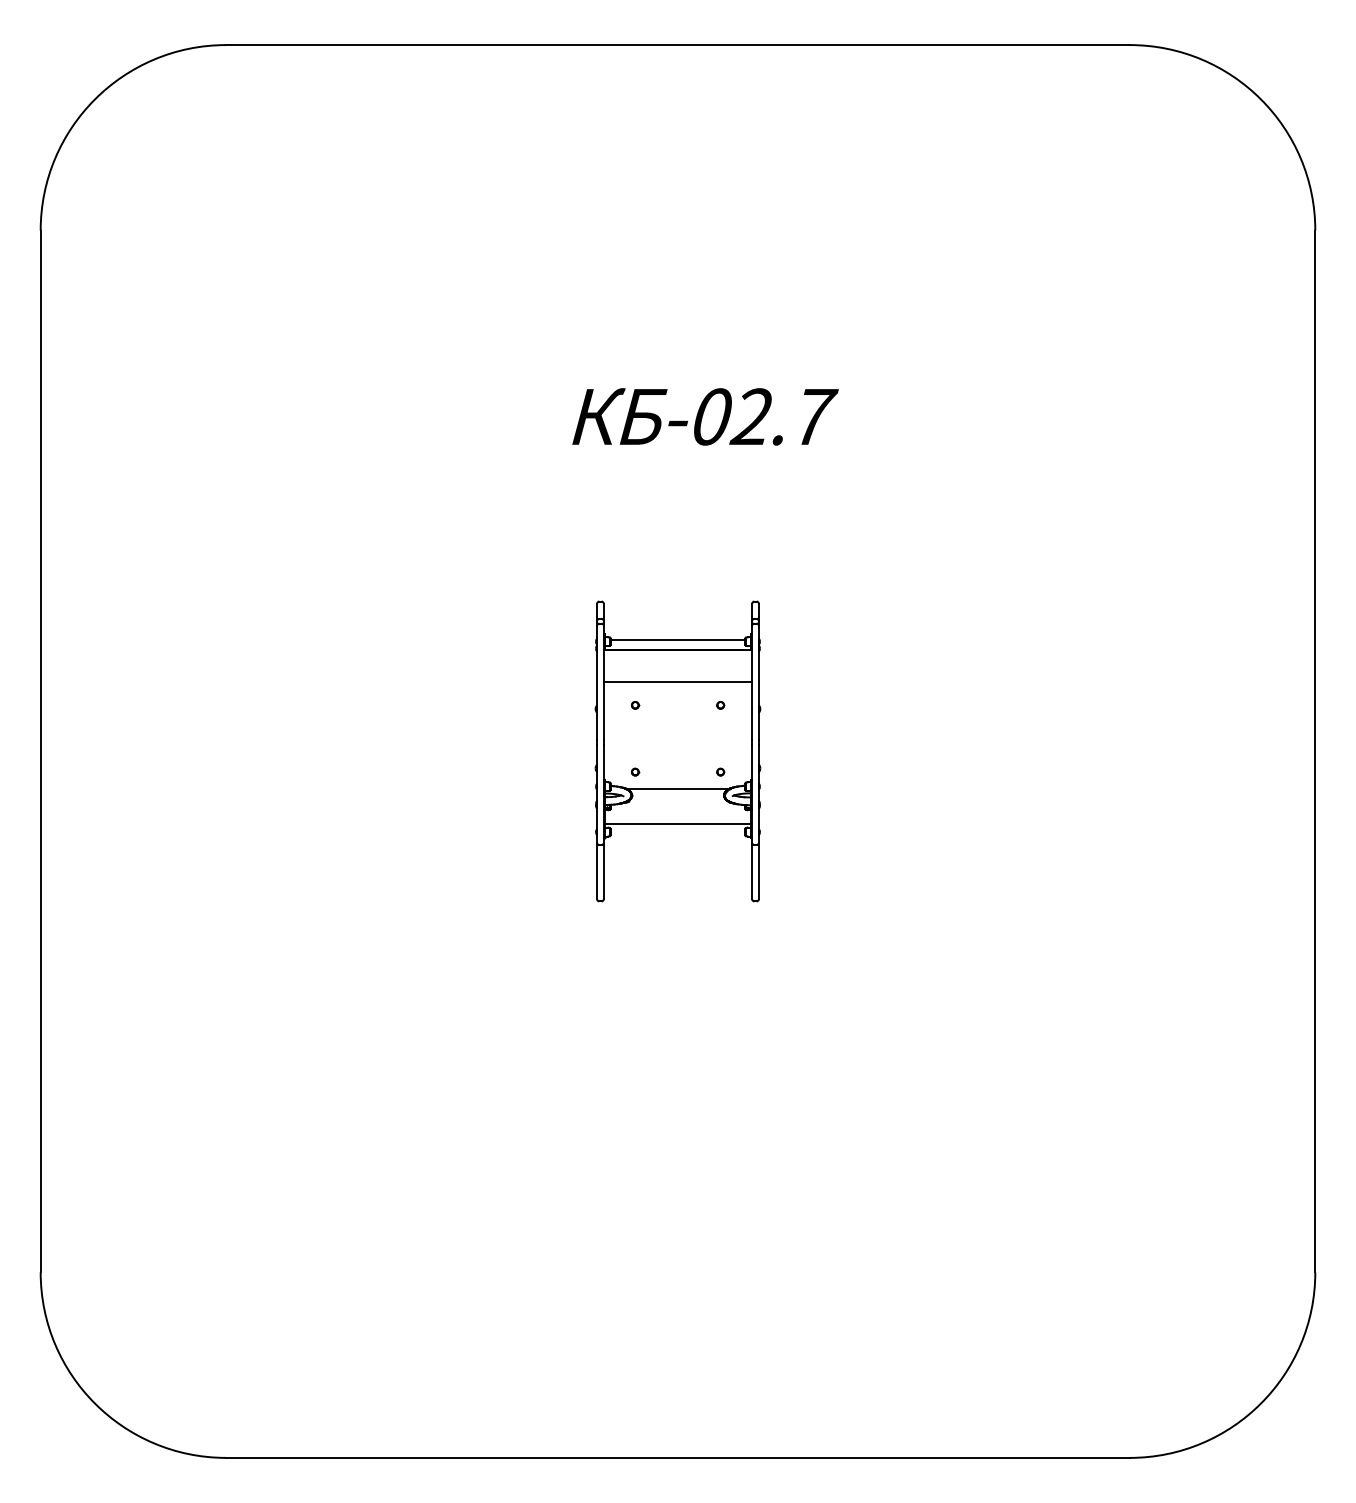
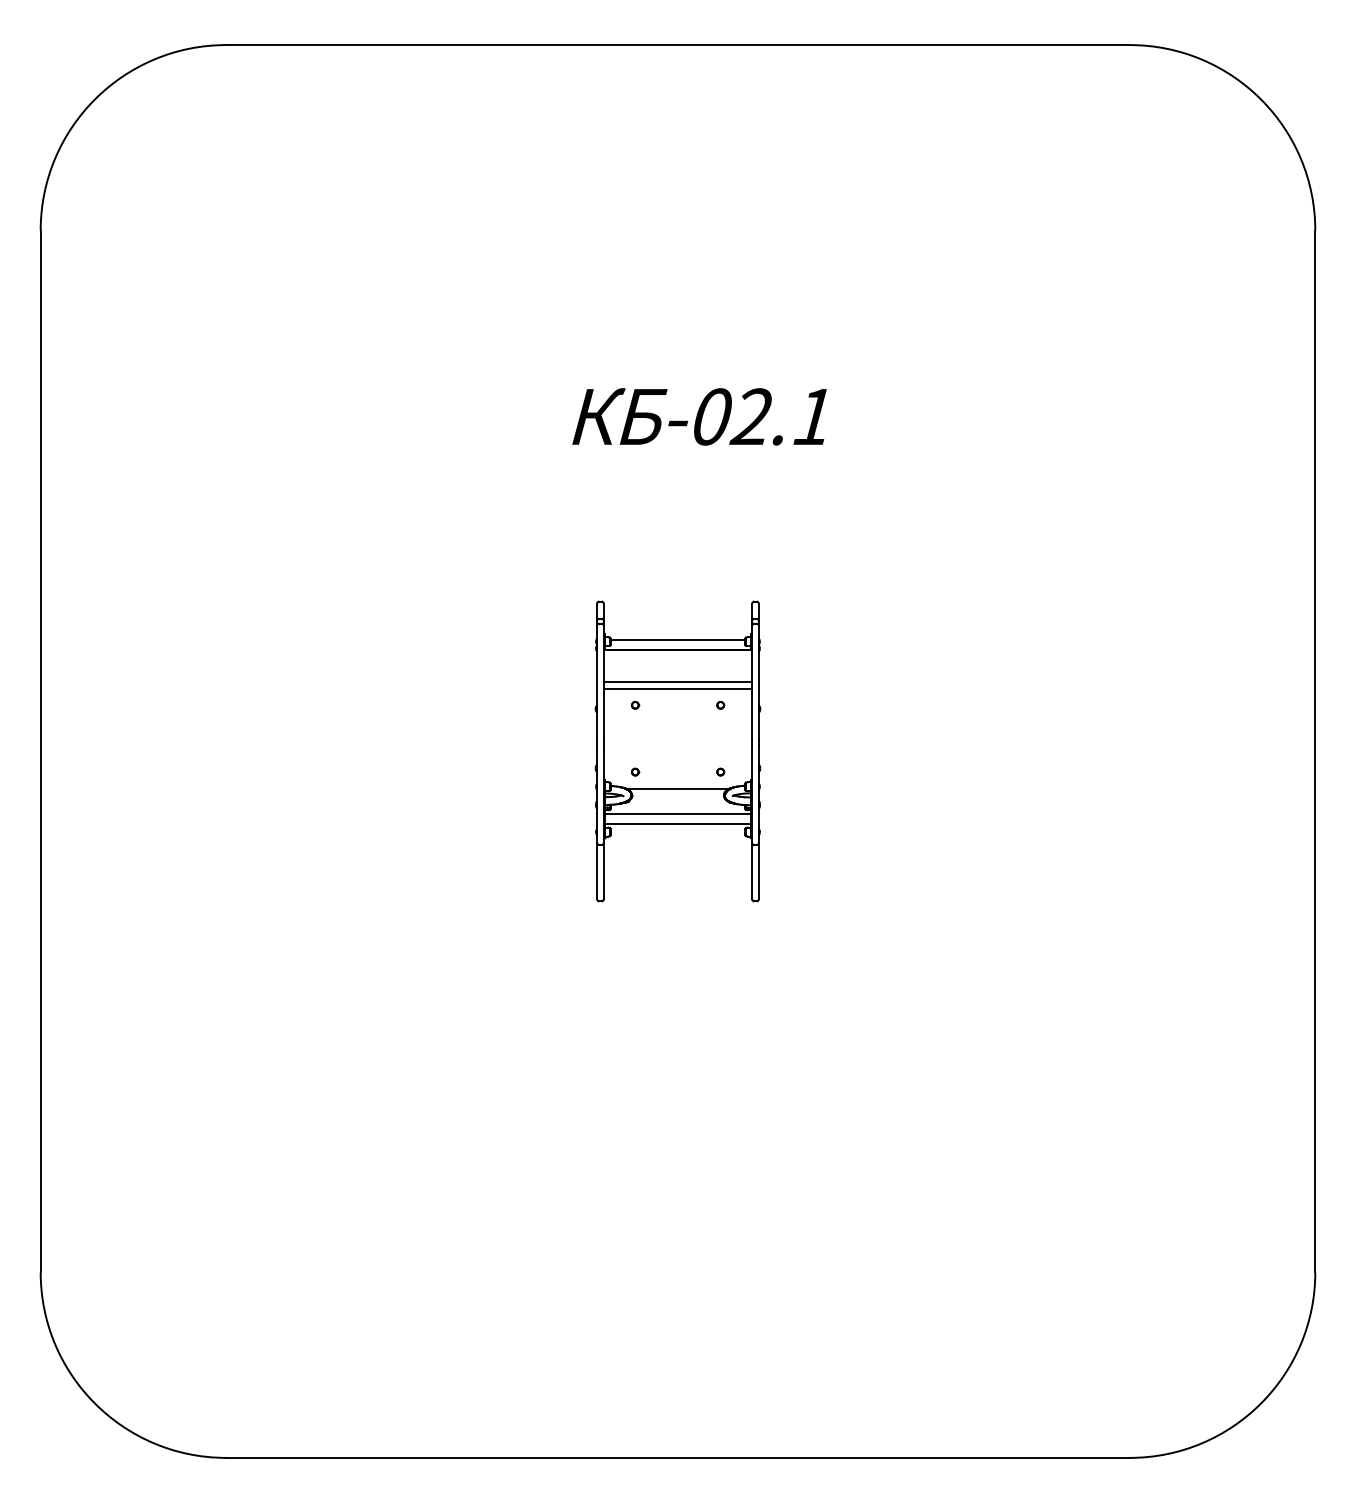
text at (815, 416): -02.7 -> -02.1
line at (677, 688): none -> present
line at (677, 813): none -> present
